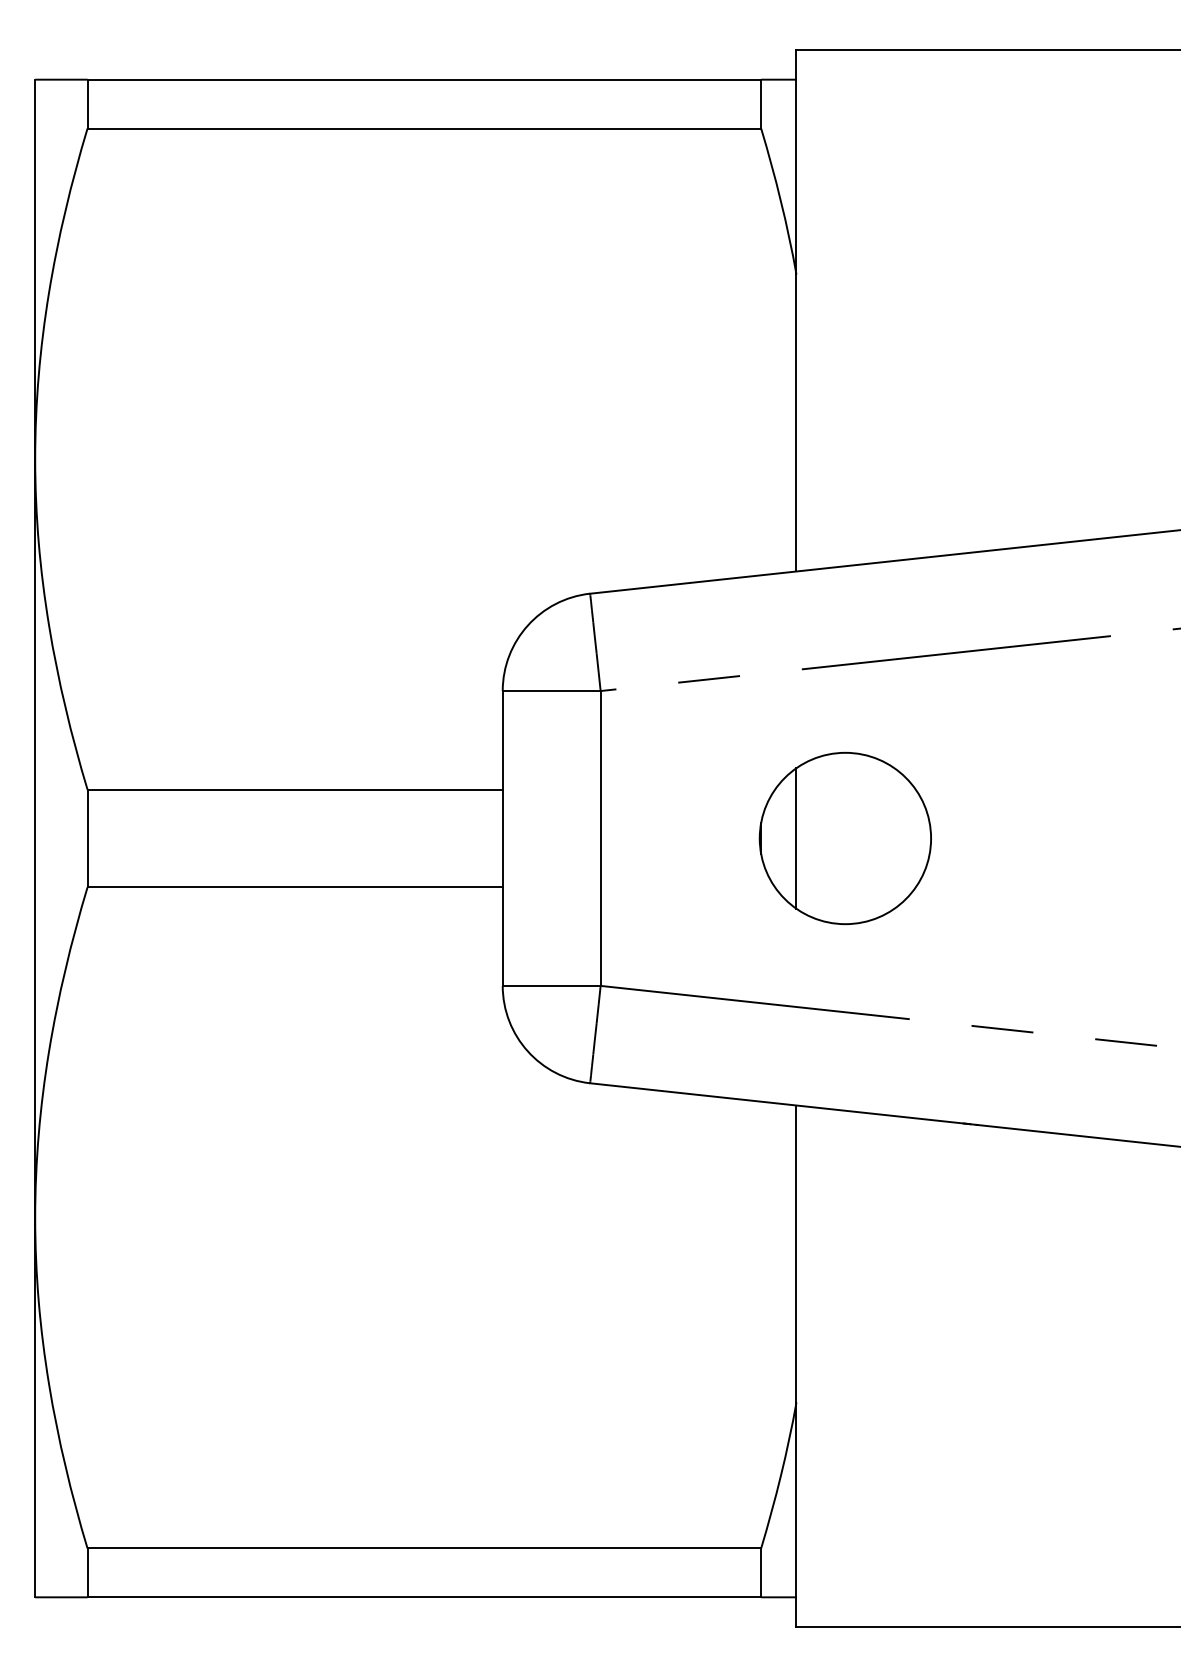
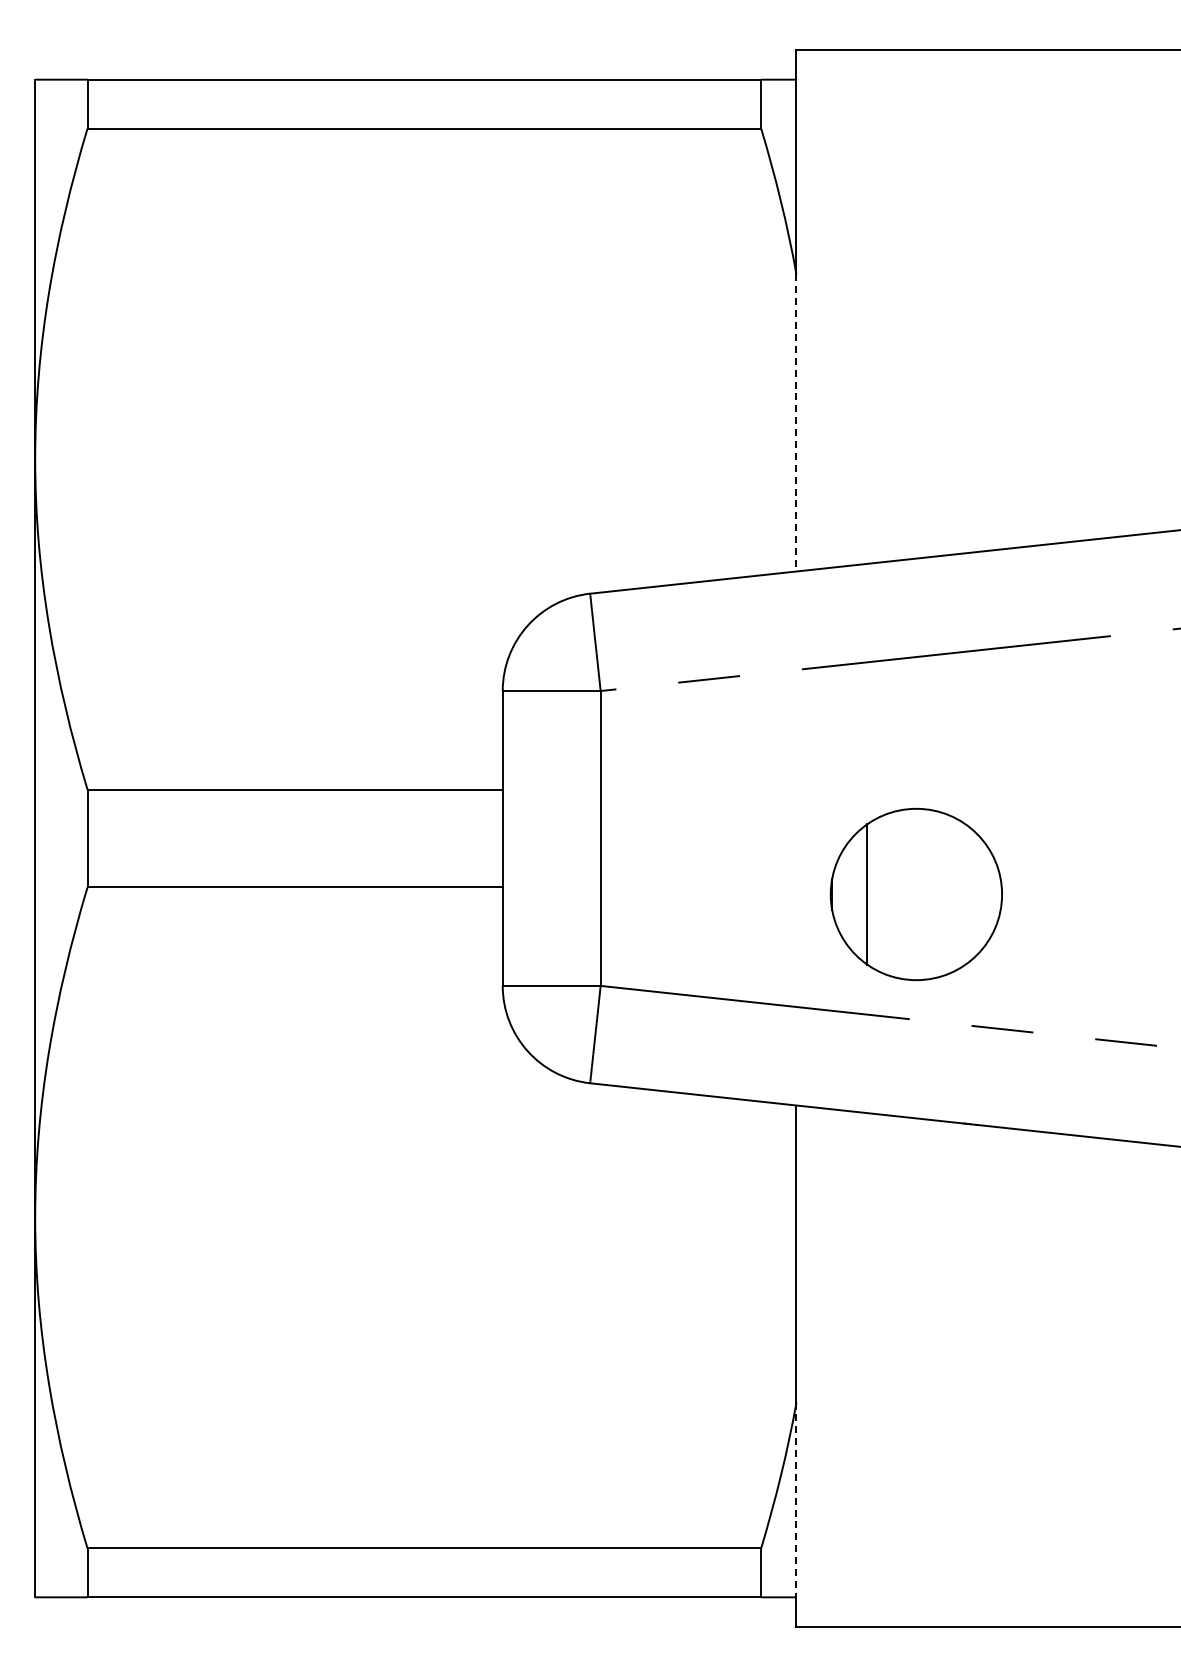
line at (796, 422): solid -> dashed
part at (844, 838) position: (844, 838) -> (915, 894)
line at (796, 1500): solid -> dashed
